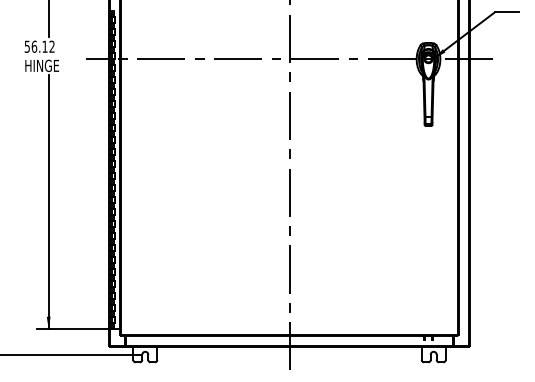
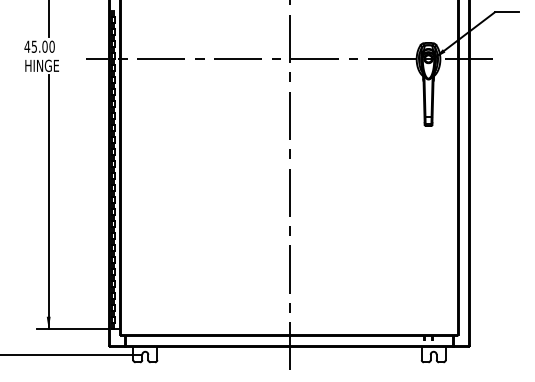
text at (39, 46): 56.12 -> 45.00
